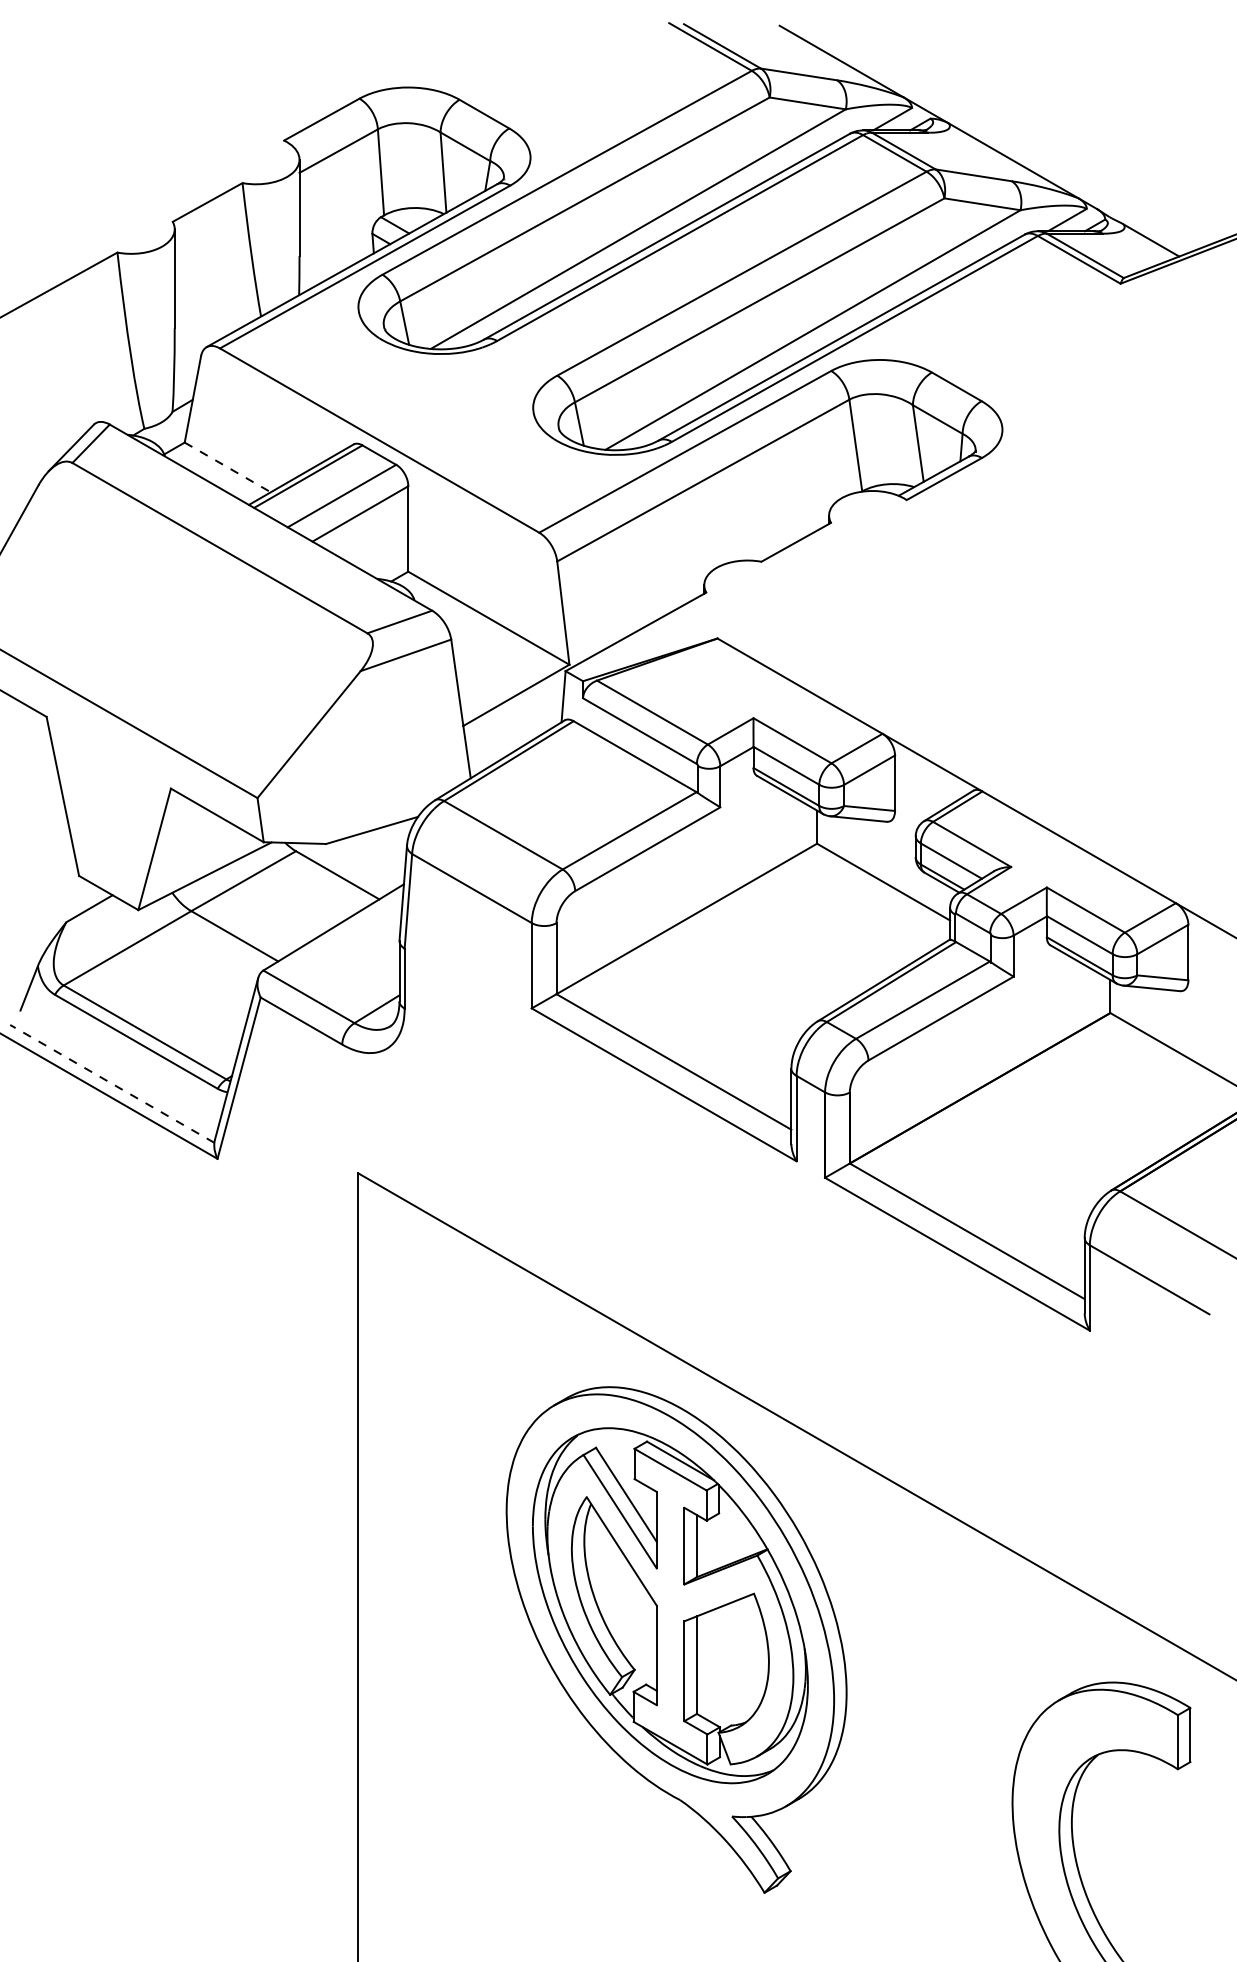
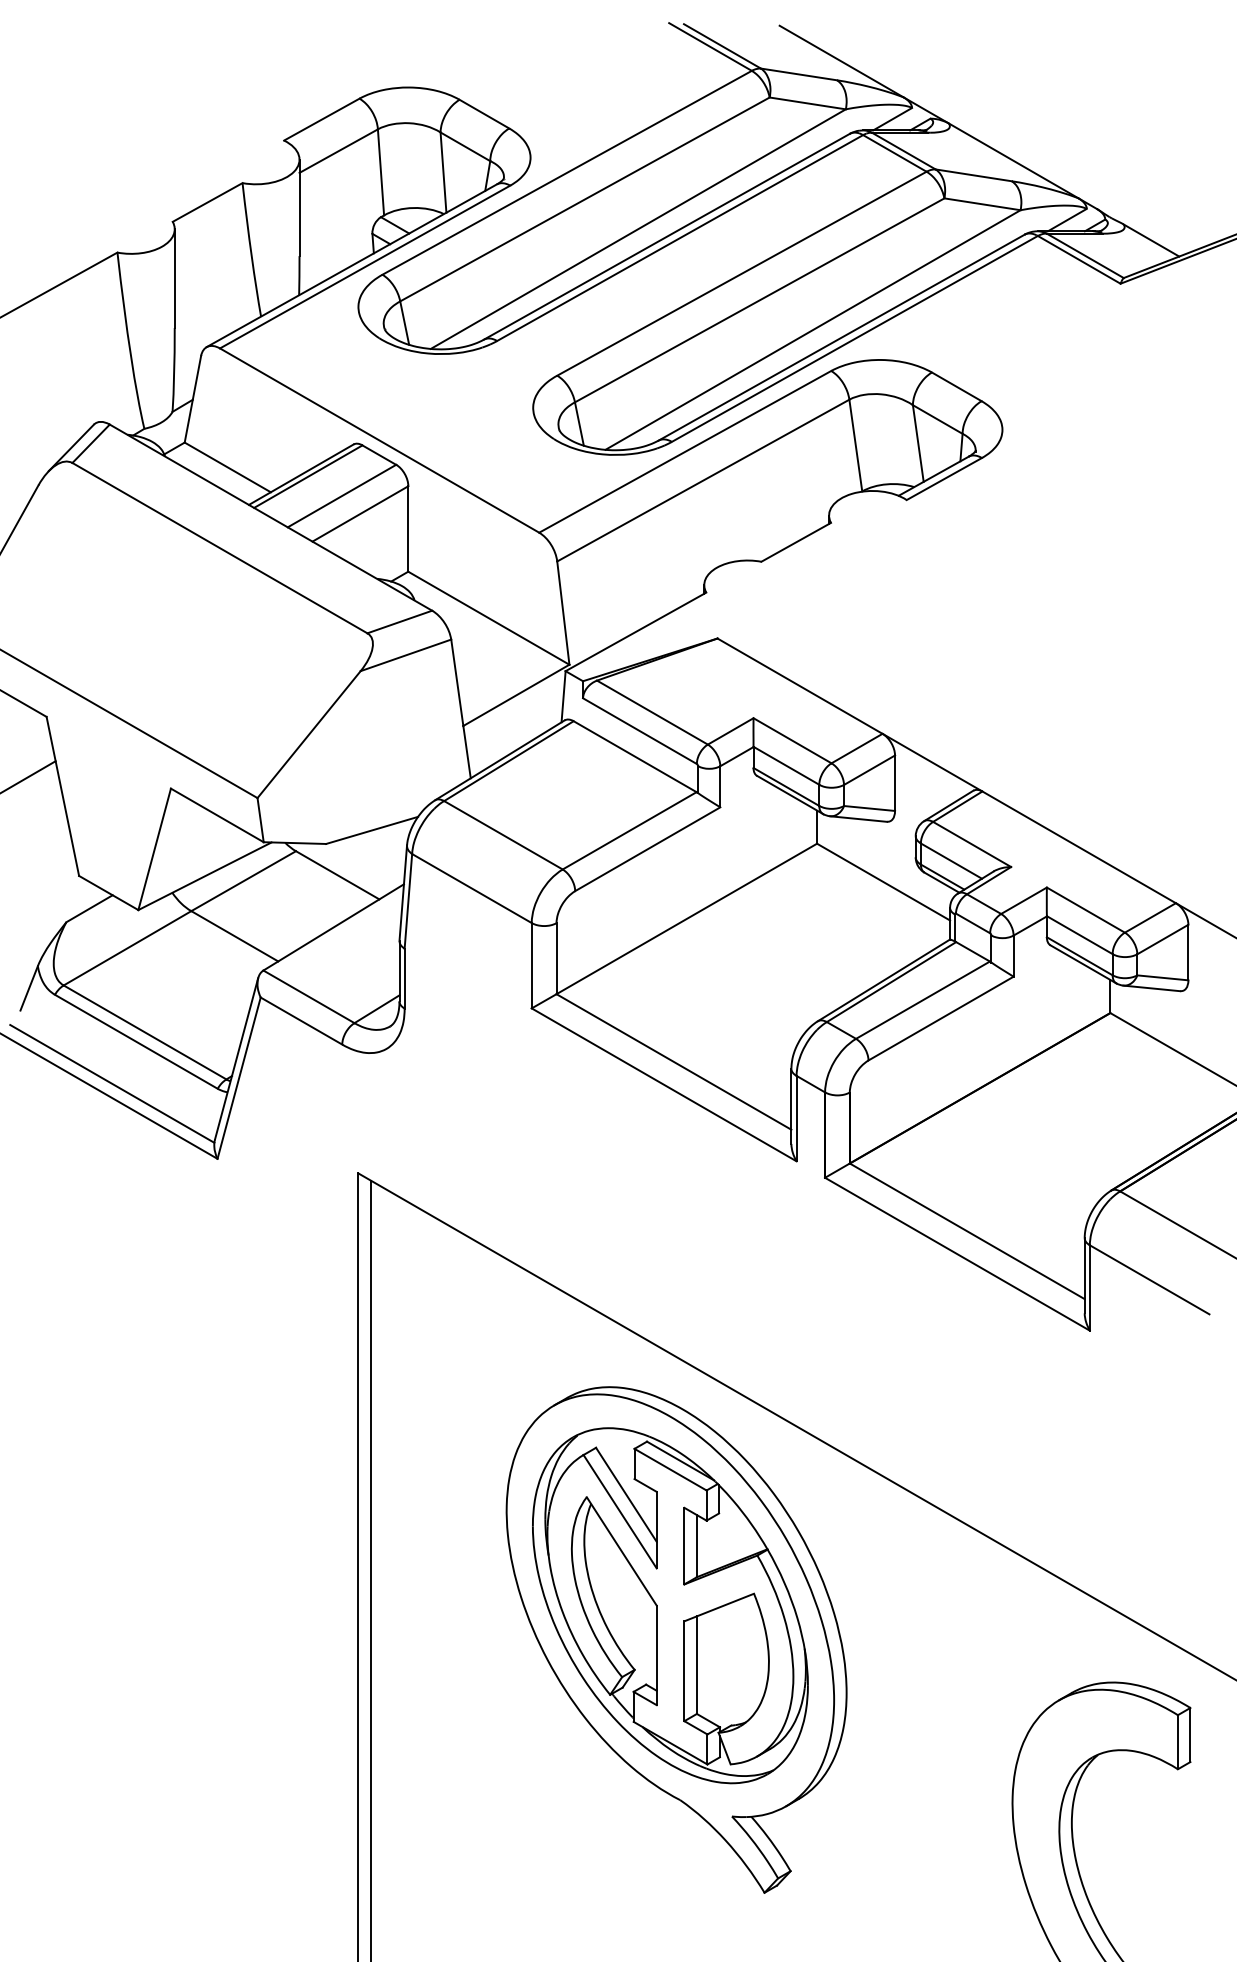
line at (227, 467): dashed -> solid
line at (28, 776): none -> present
line at (112, 1083): dashed -> solid
line at (370, 1569): none -> present
